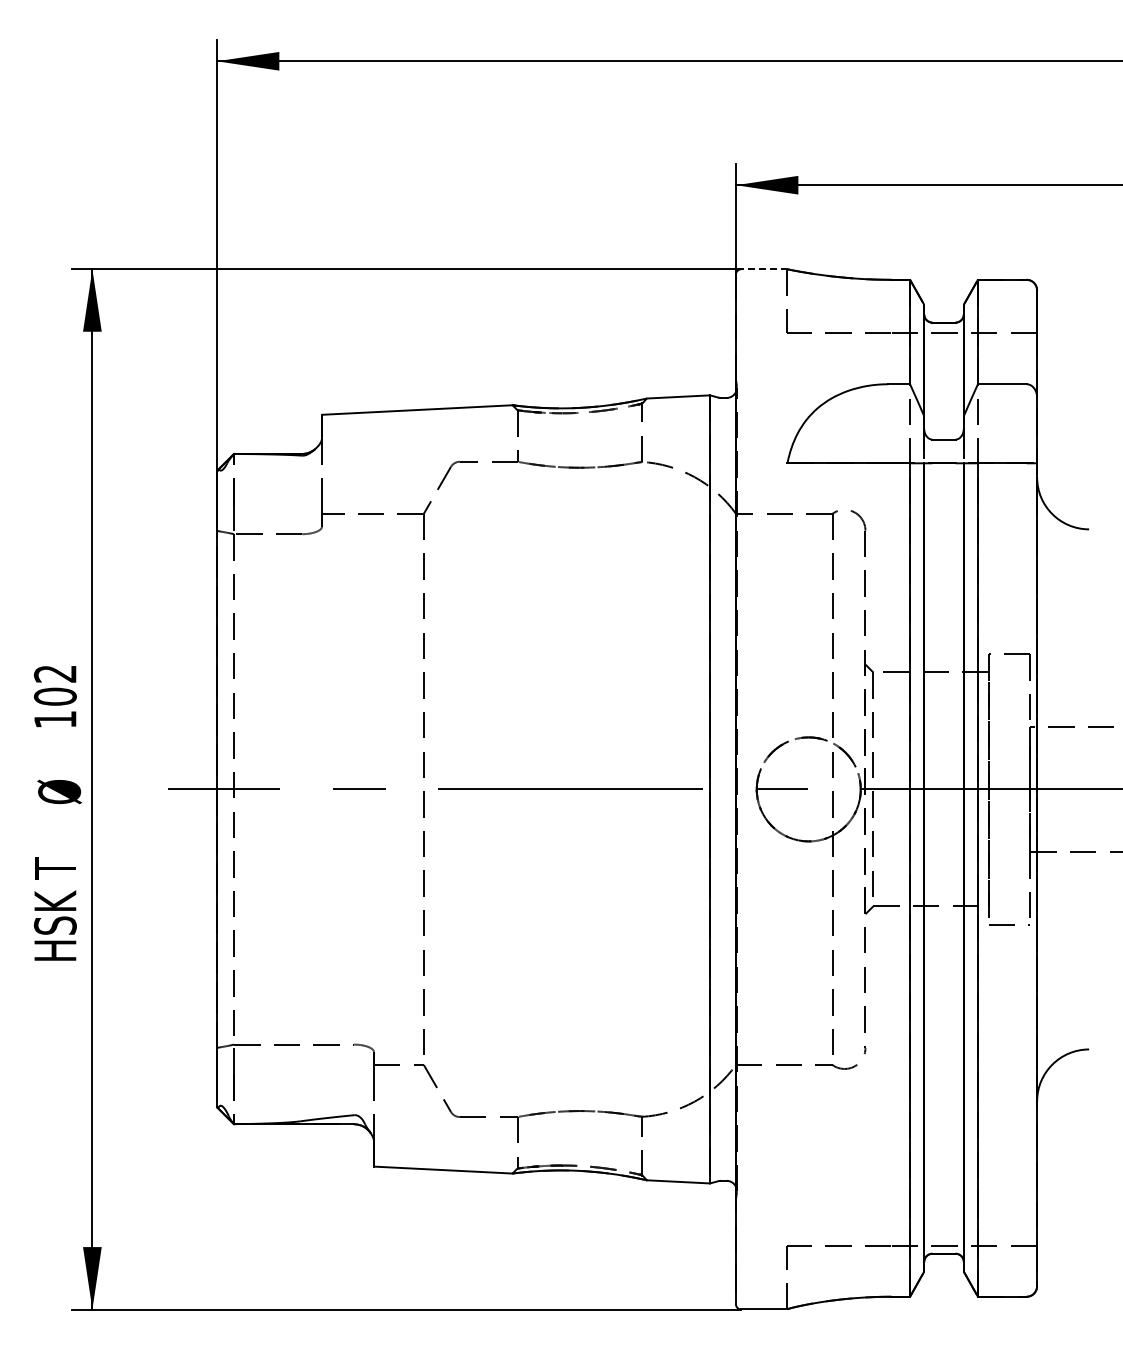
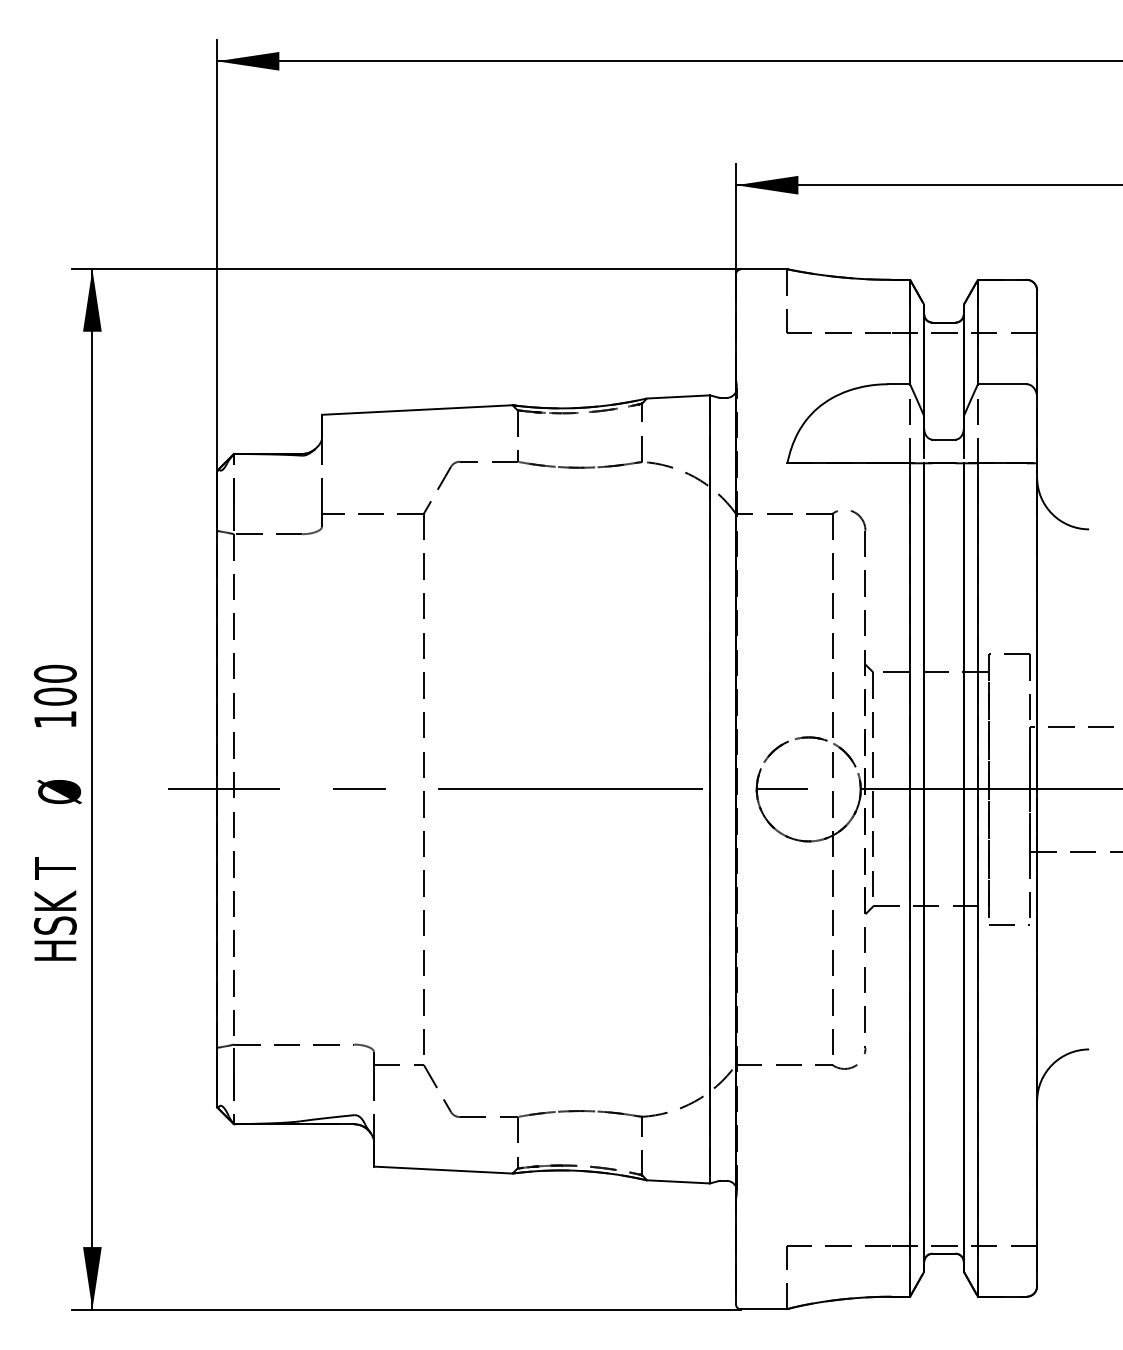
line at (764, 269): dashed -> solid
text at (54, 673): 102 -> 100
